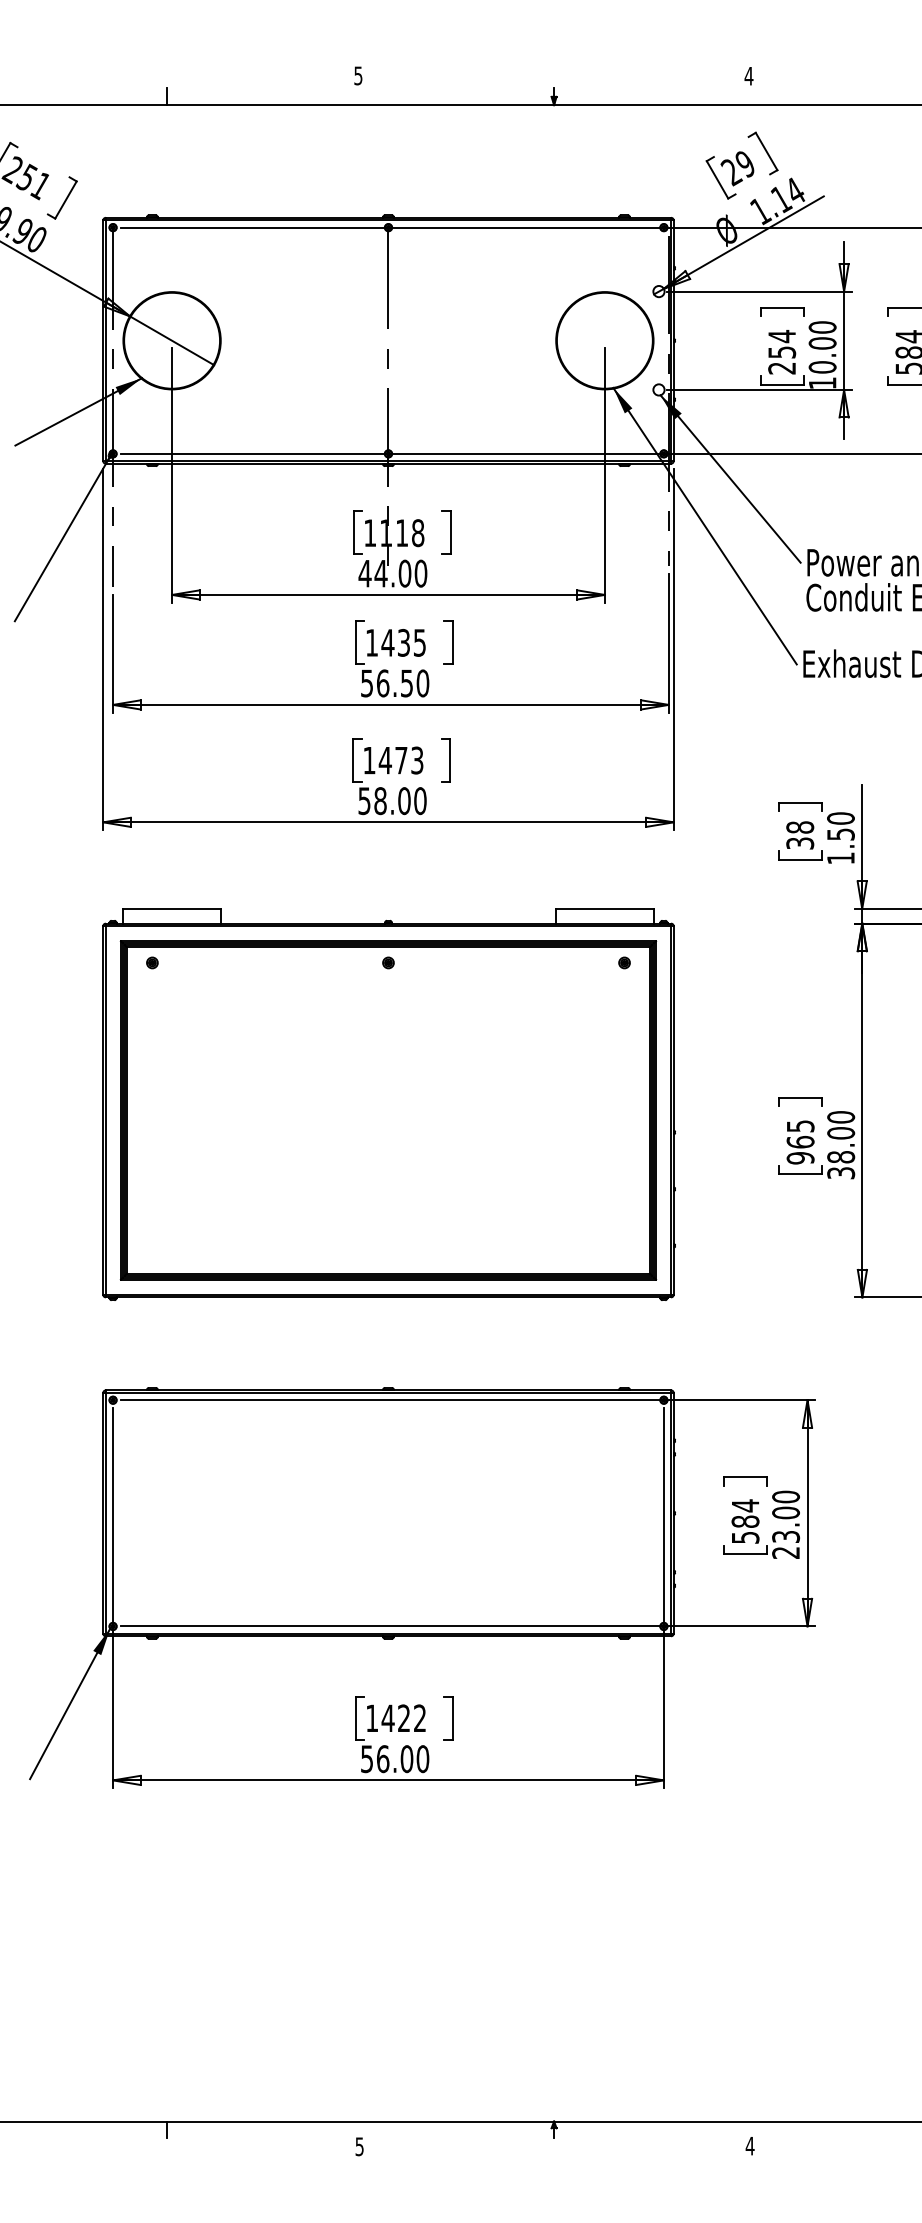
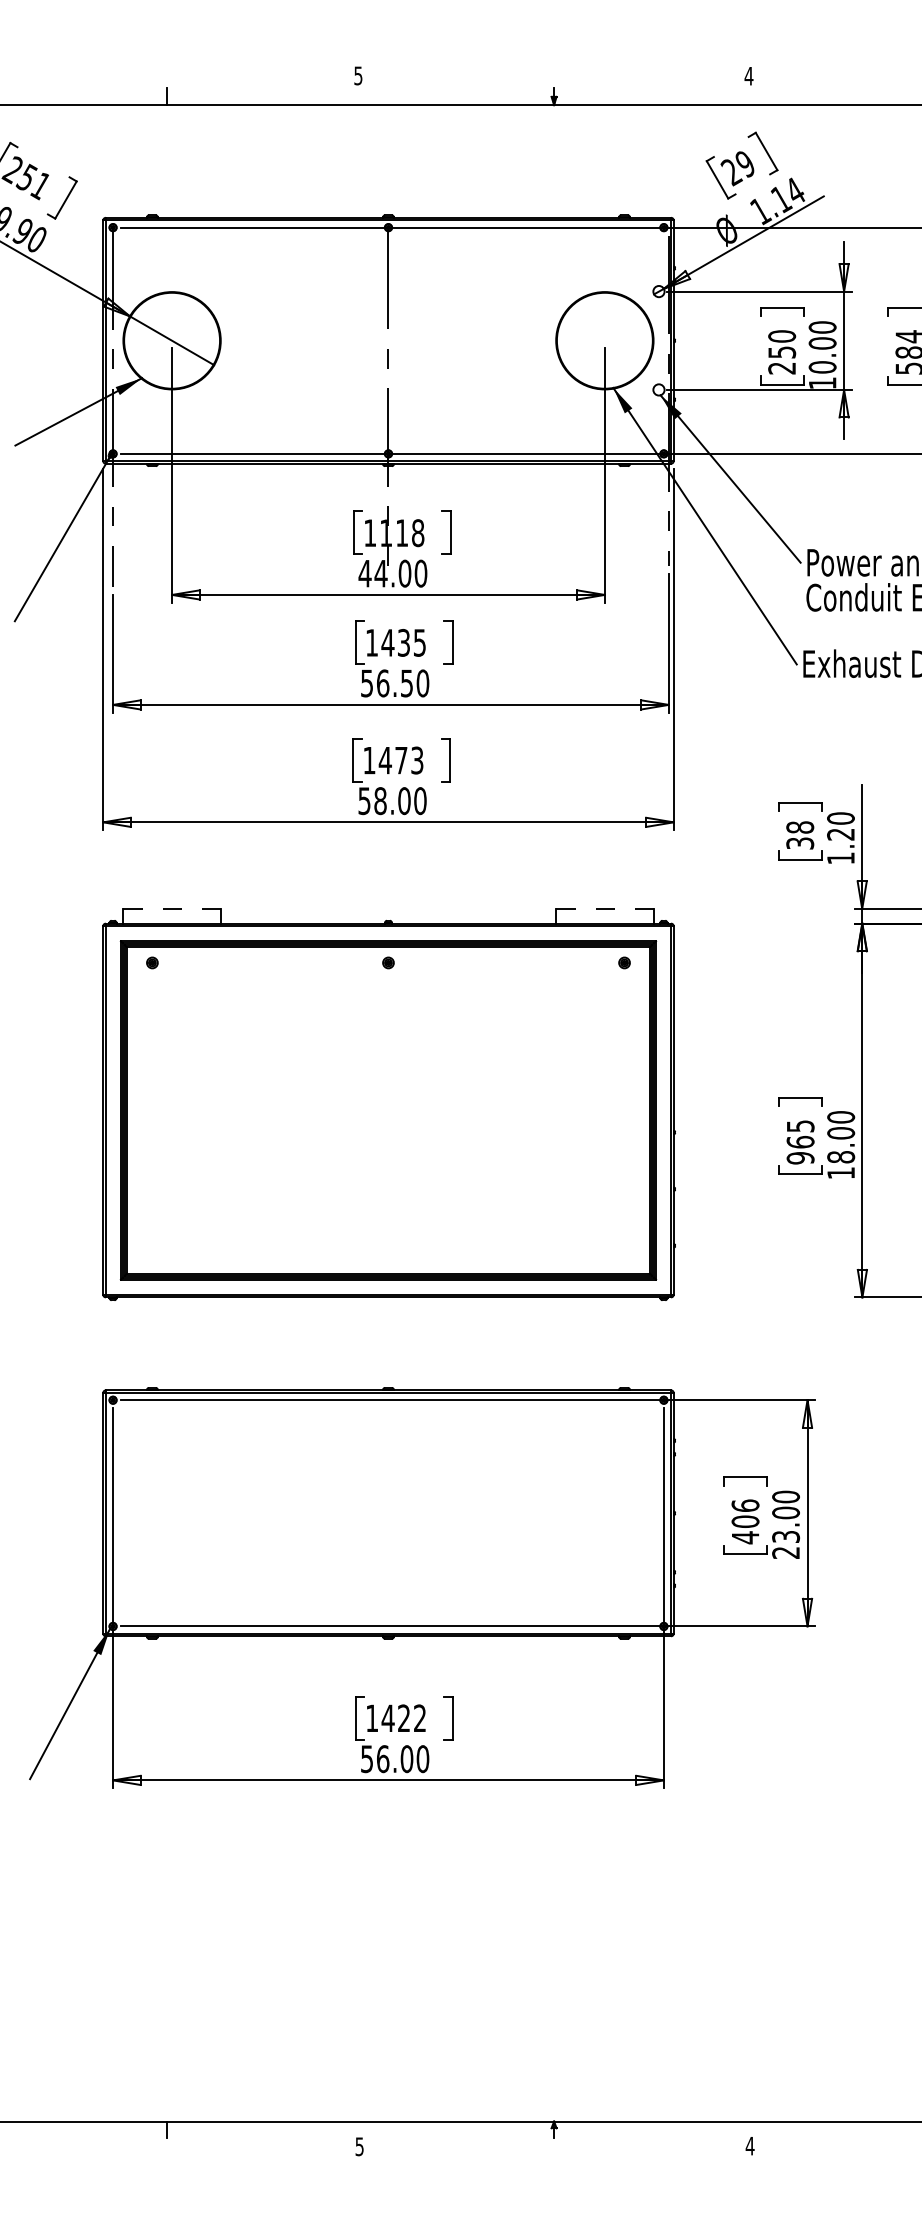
text at (782, 336): 254 -> 250
text at (840, 834): 1.50 -> 1.20
line at (172, 908): solid -> dashed
line at (604, 908): solid -> dashed
text at (841, 1173): 38.00 -> 18.00
text at (745, 1521): 584 -> 406
